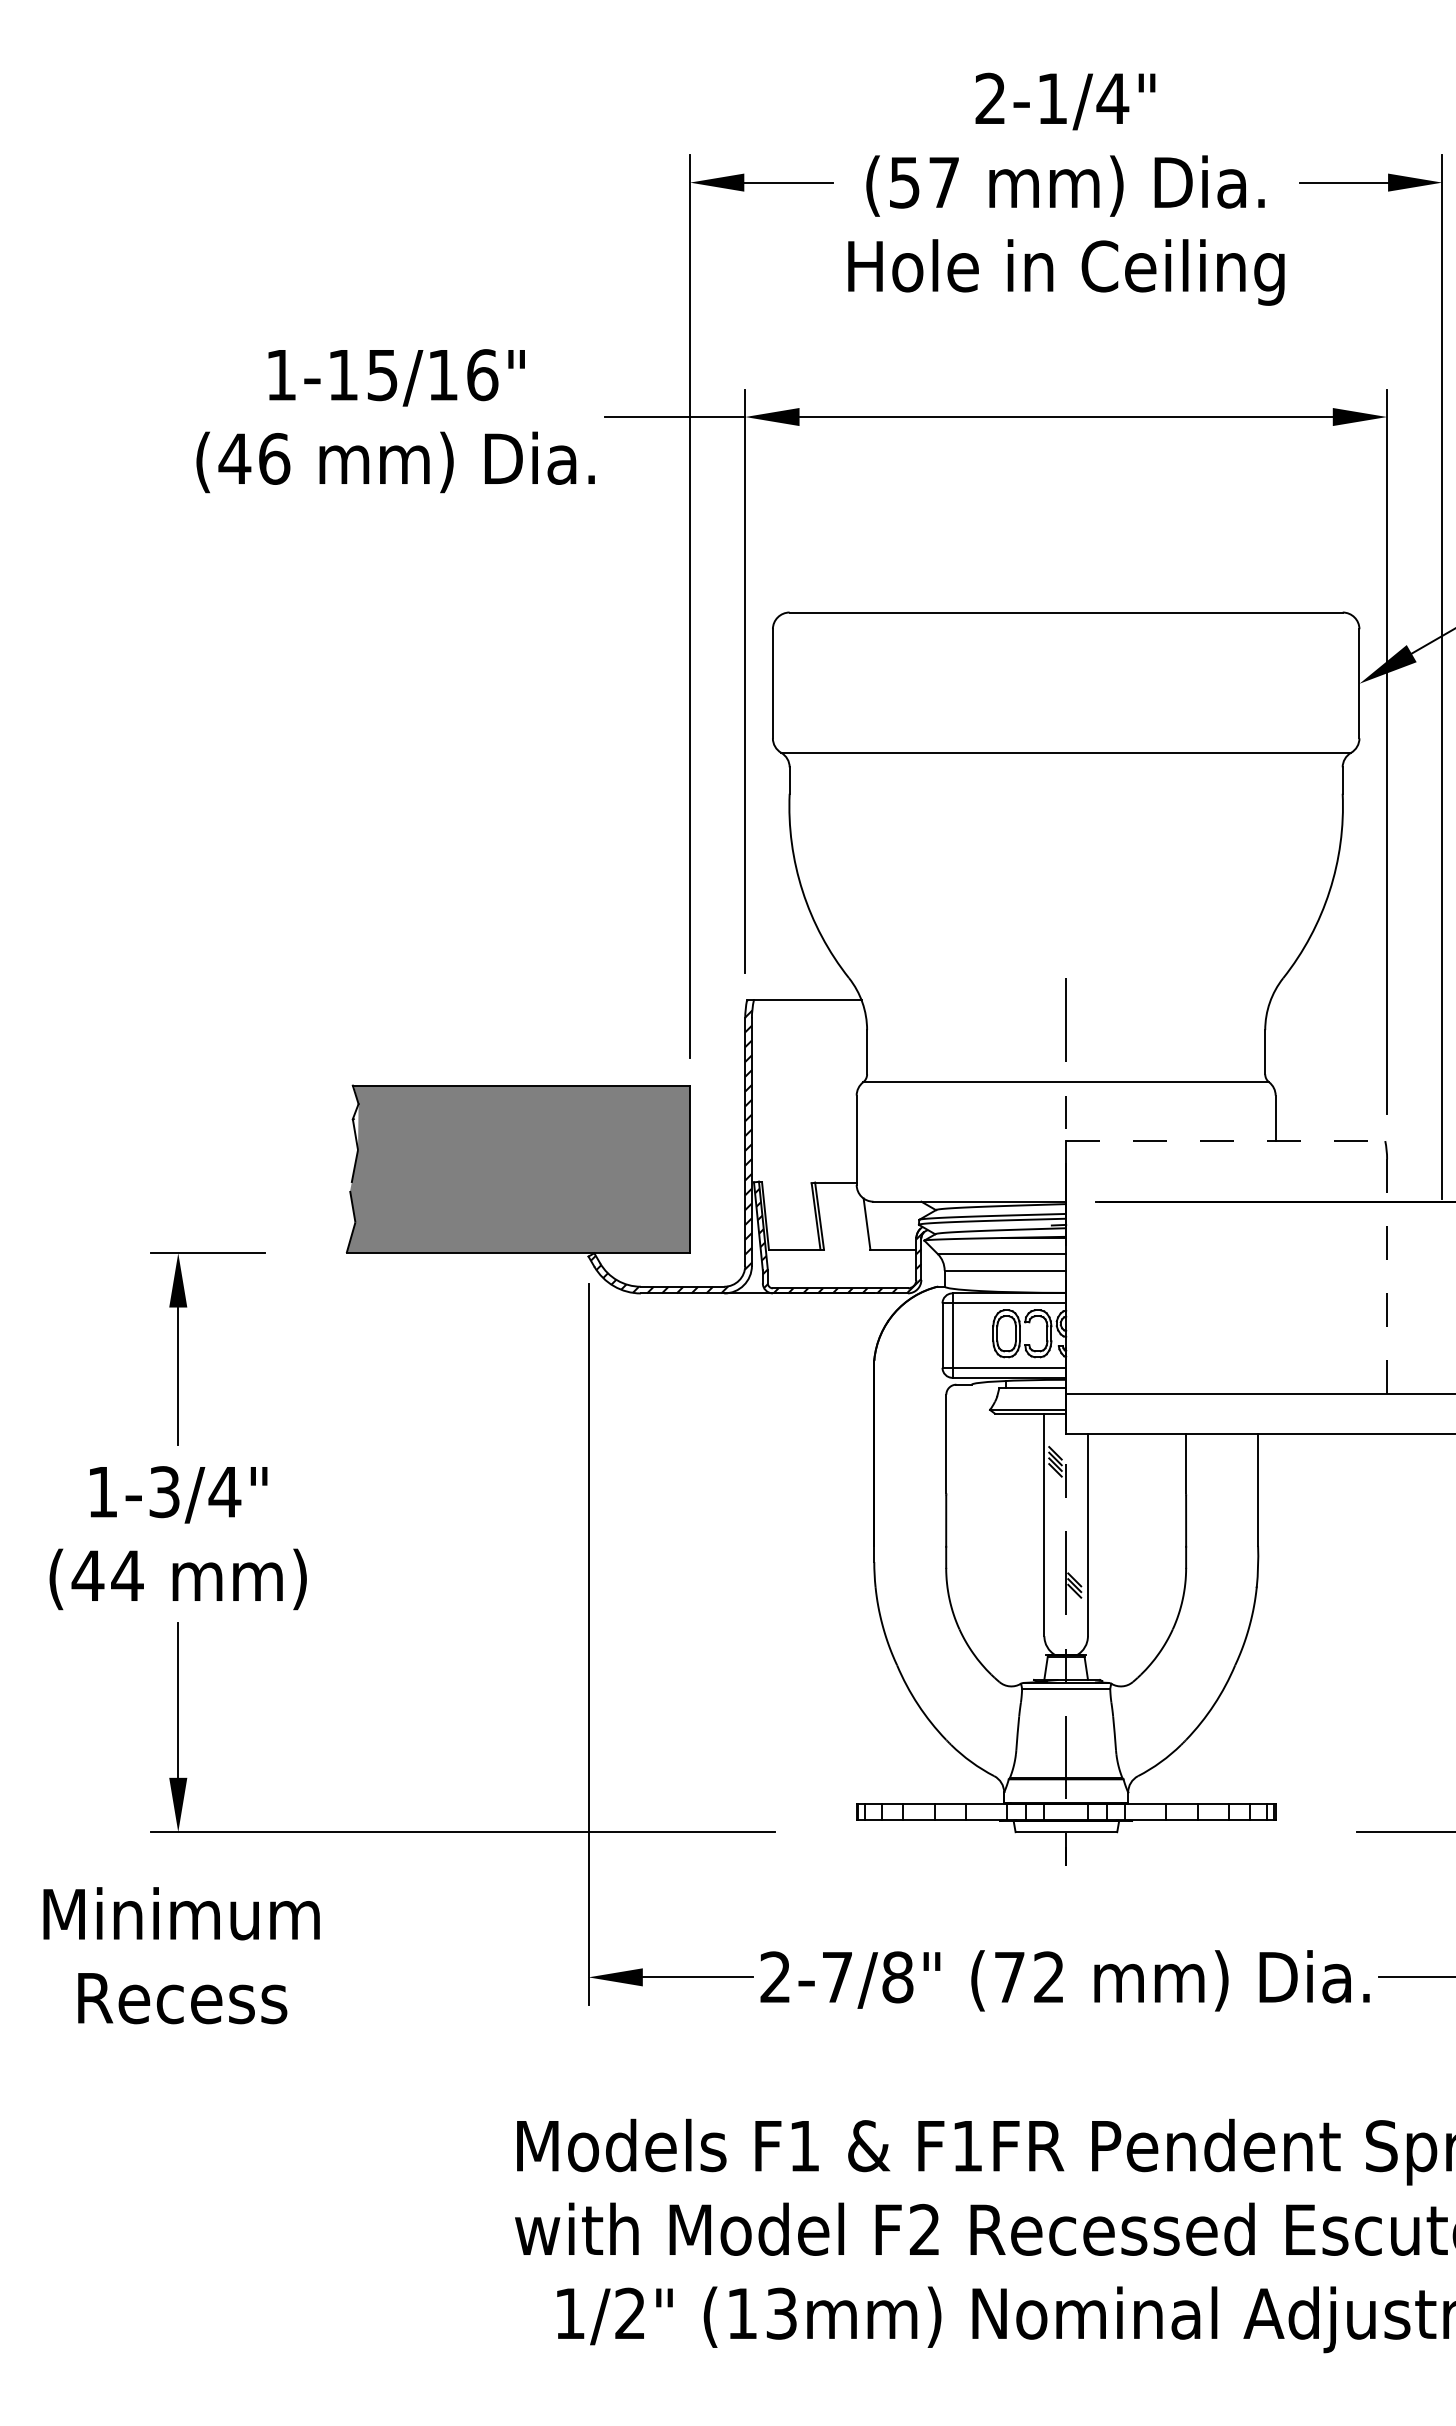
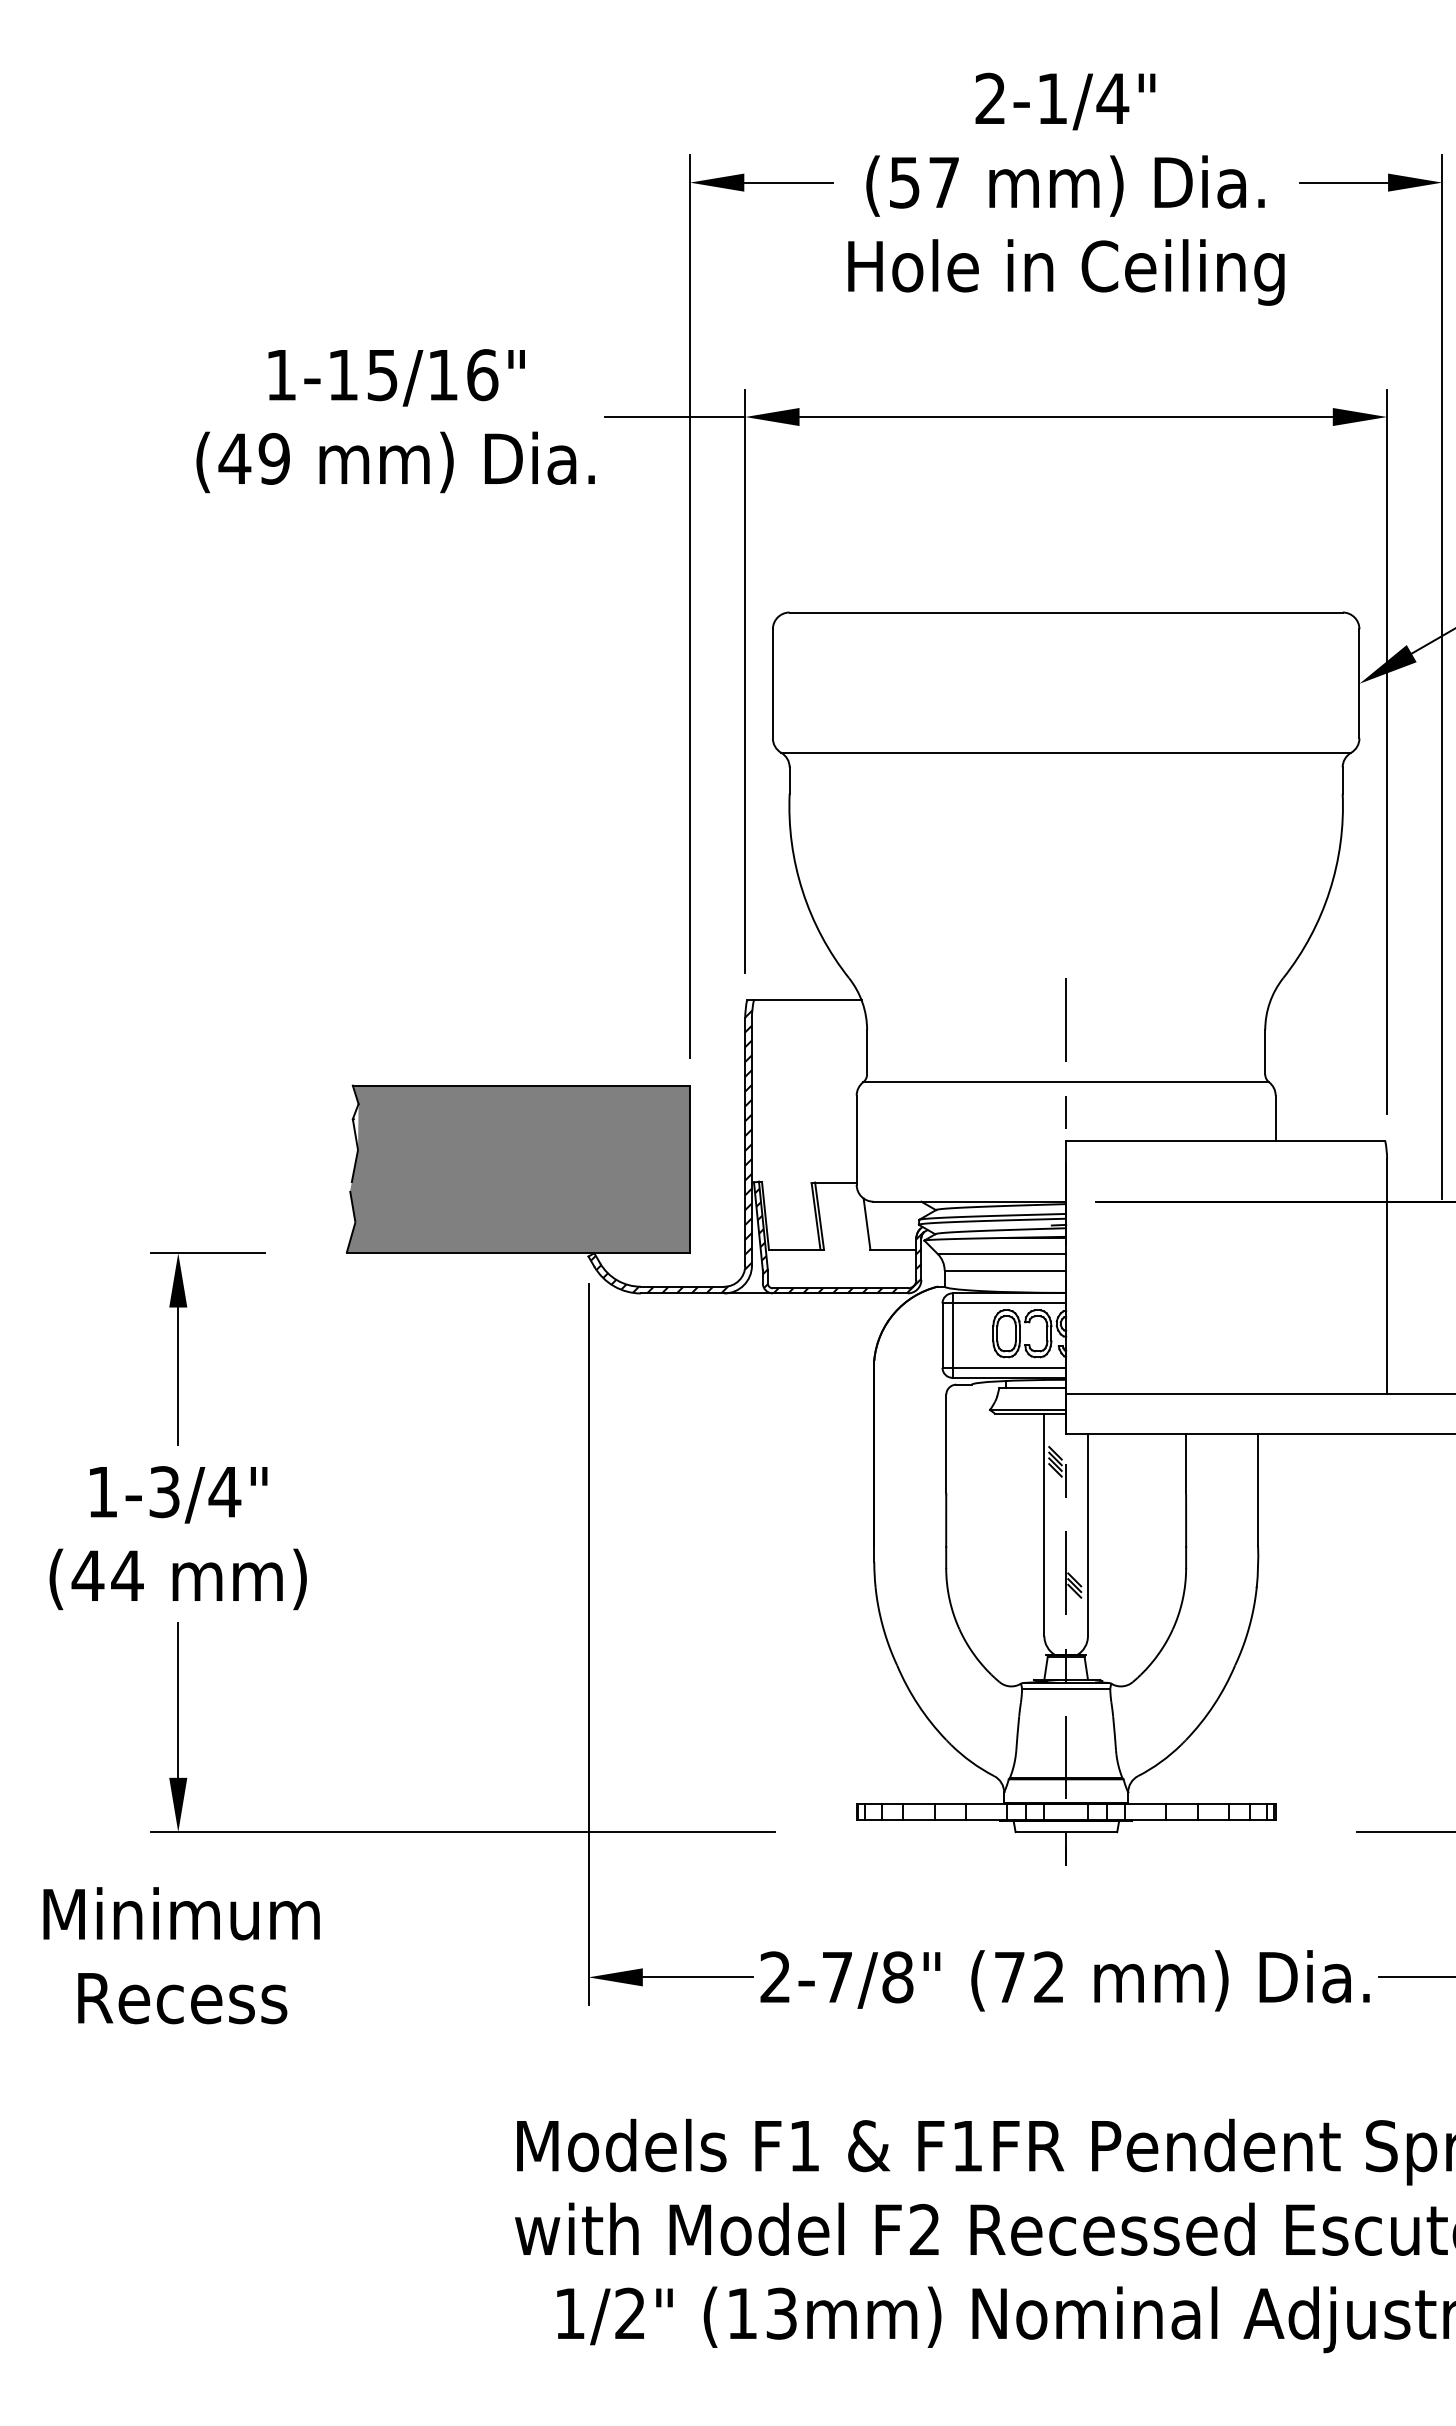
text at (274, 458): (46 -> (49
line at (1225, 1141): dashed -> solid
line at (1387, 1277): dashed -> solid
